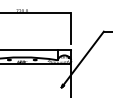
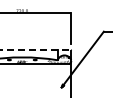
line at (36, 50): solid -> dashed
